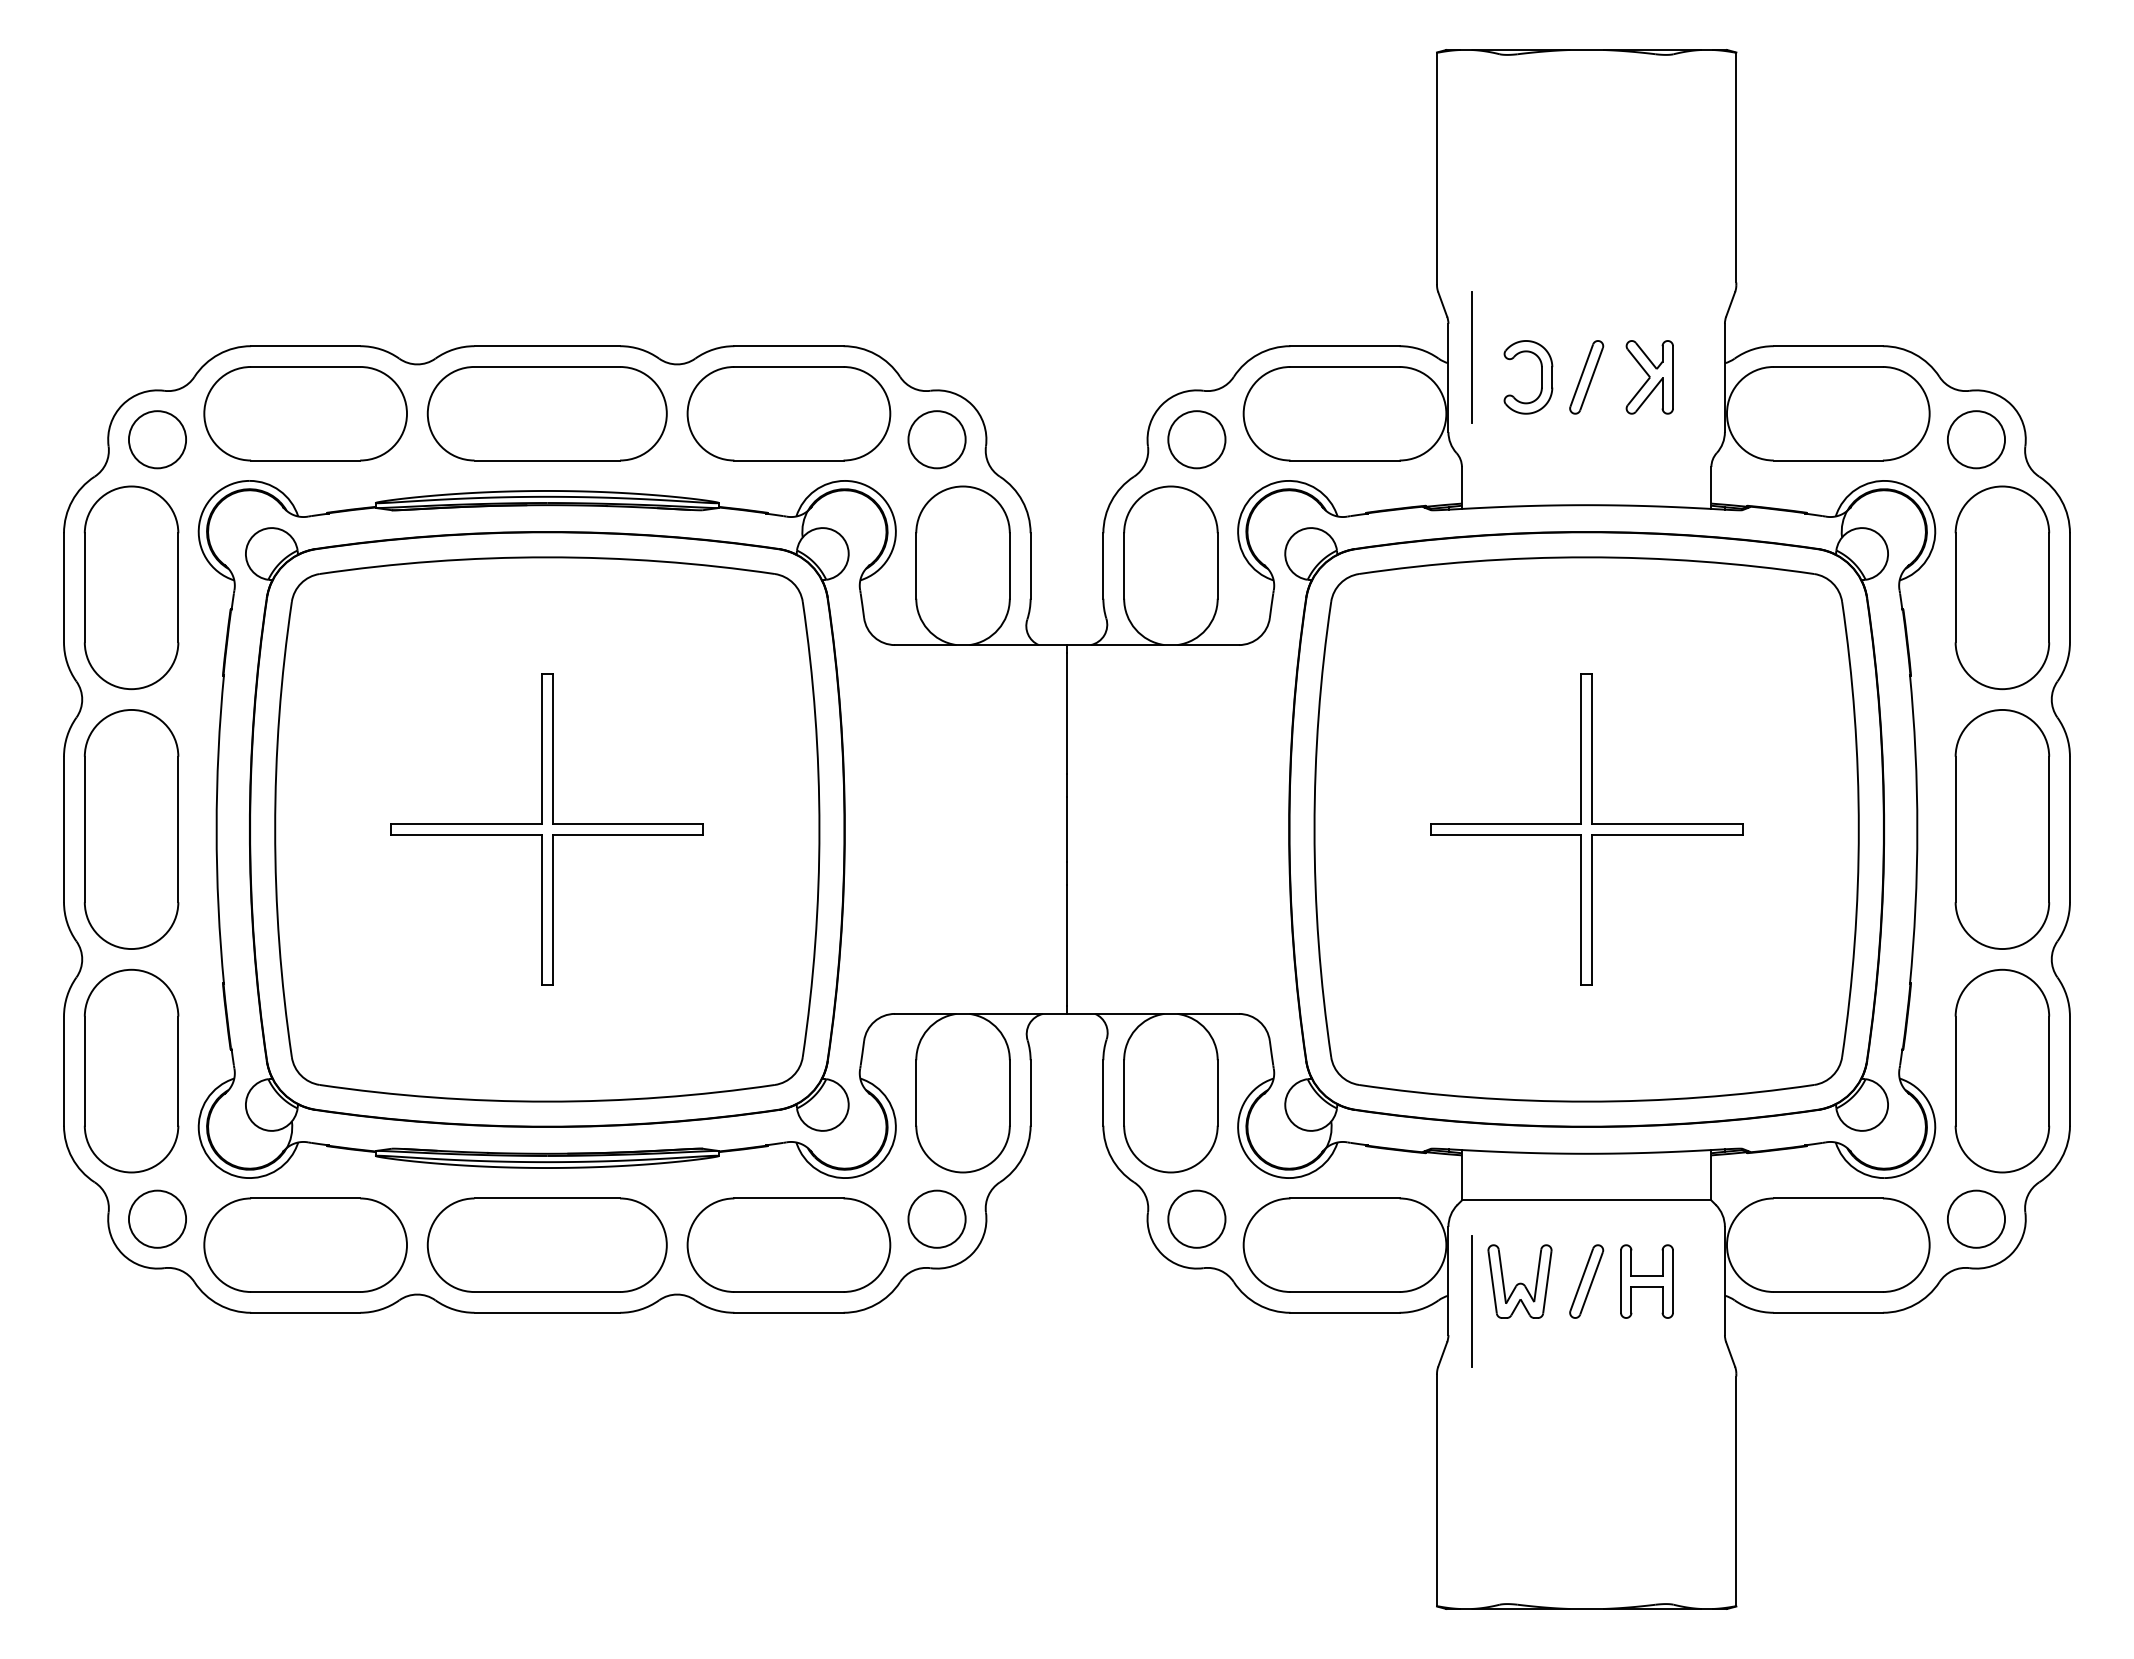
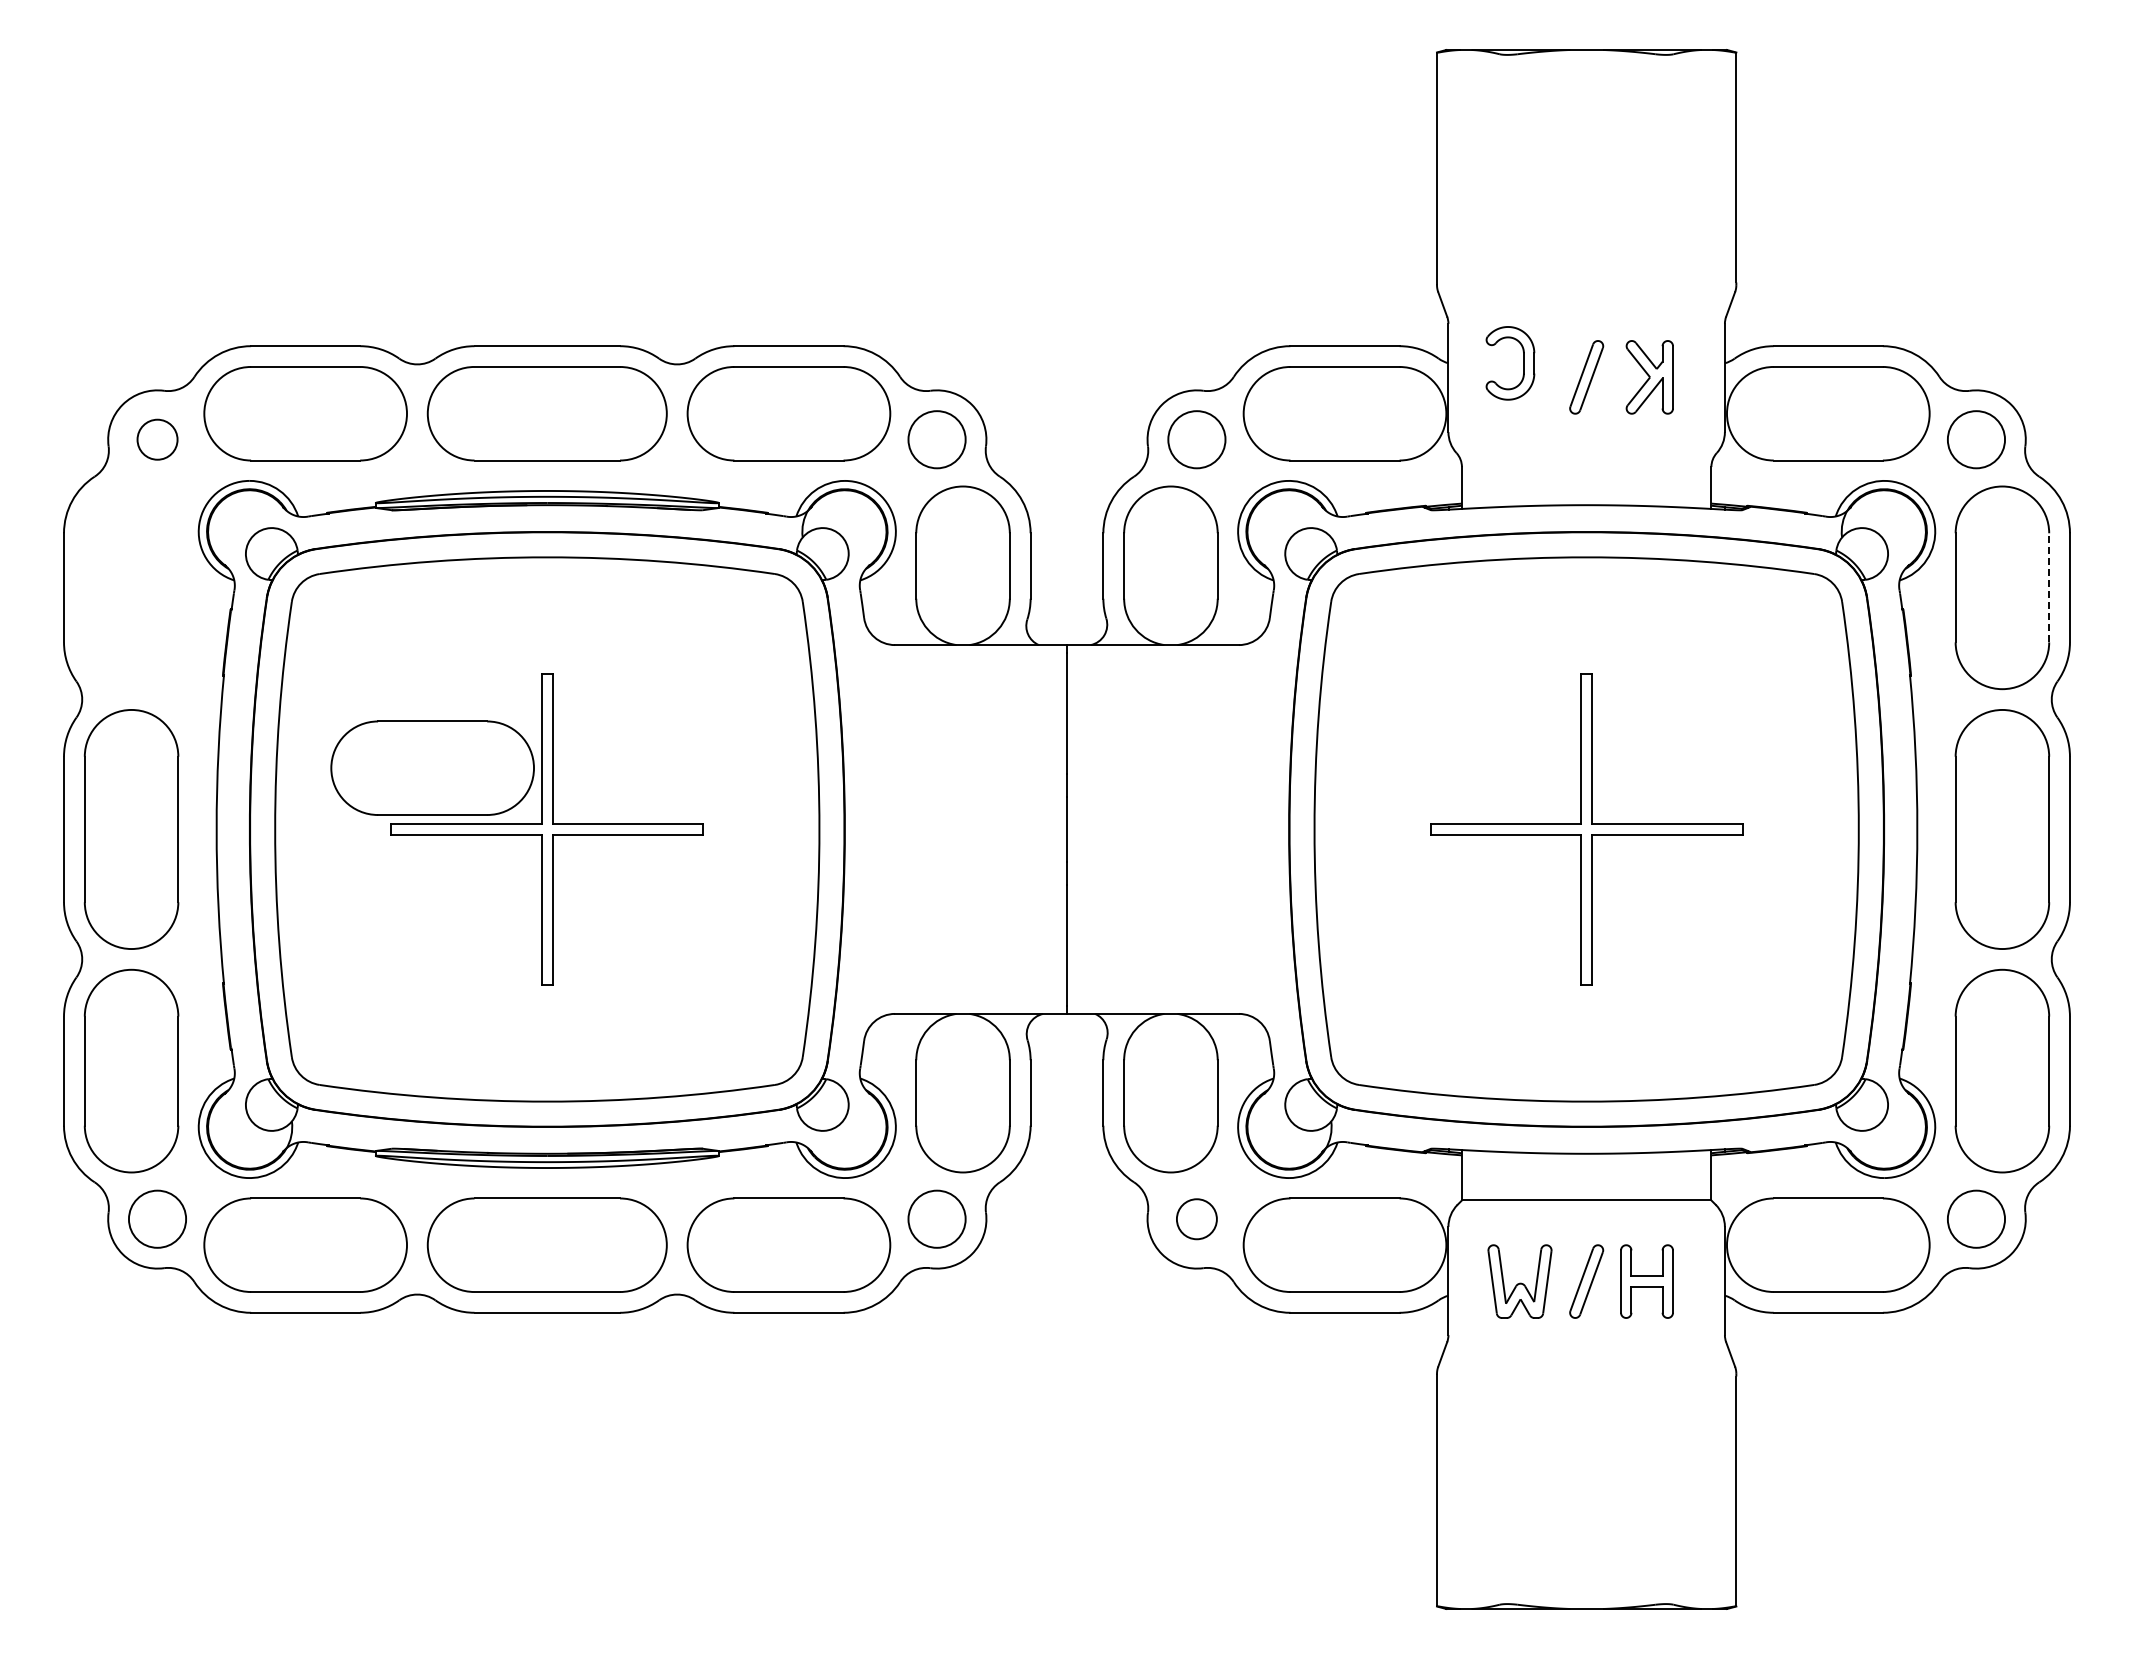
line at (1472, 357): present -> none
part at (1541, 377) position: (1541, 377) -> (1523, 363)
circle at (157, 439) diameter: 57 px -> 40 px
part at (131, 587): present -> none
line at (2049, 587): solid -> dashed
part at (432, 767): none -> present
circle at (1196, 1218) diameter: 57 px -> 40 px
line at (1472, 1300): present -> none
